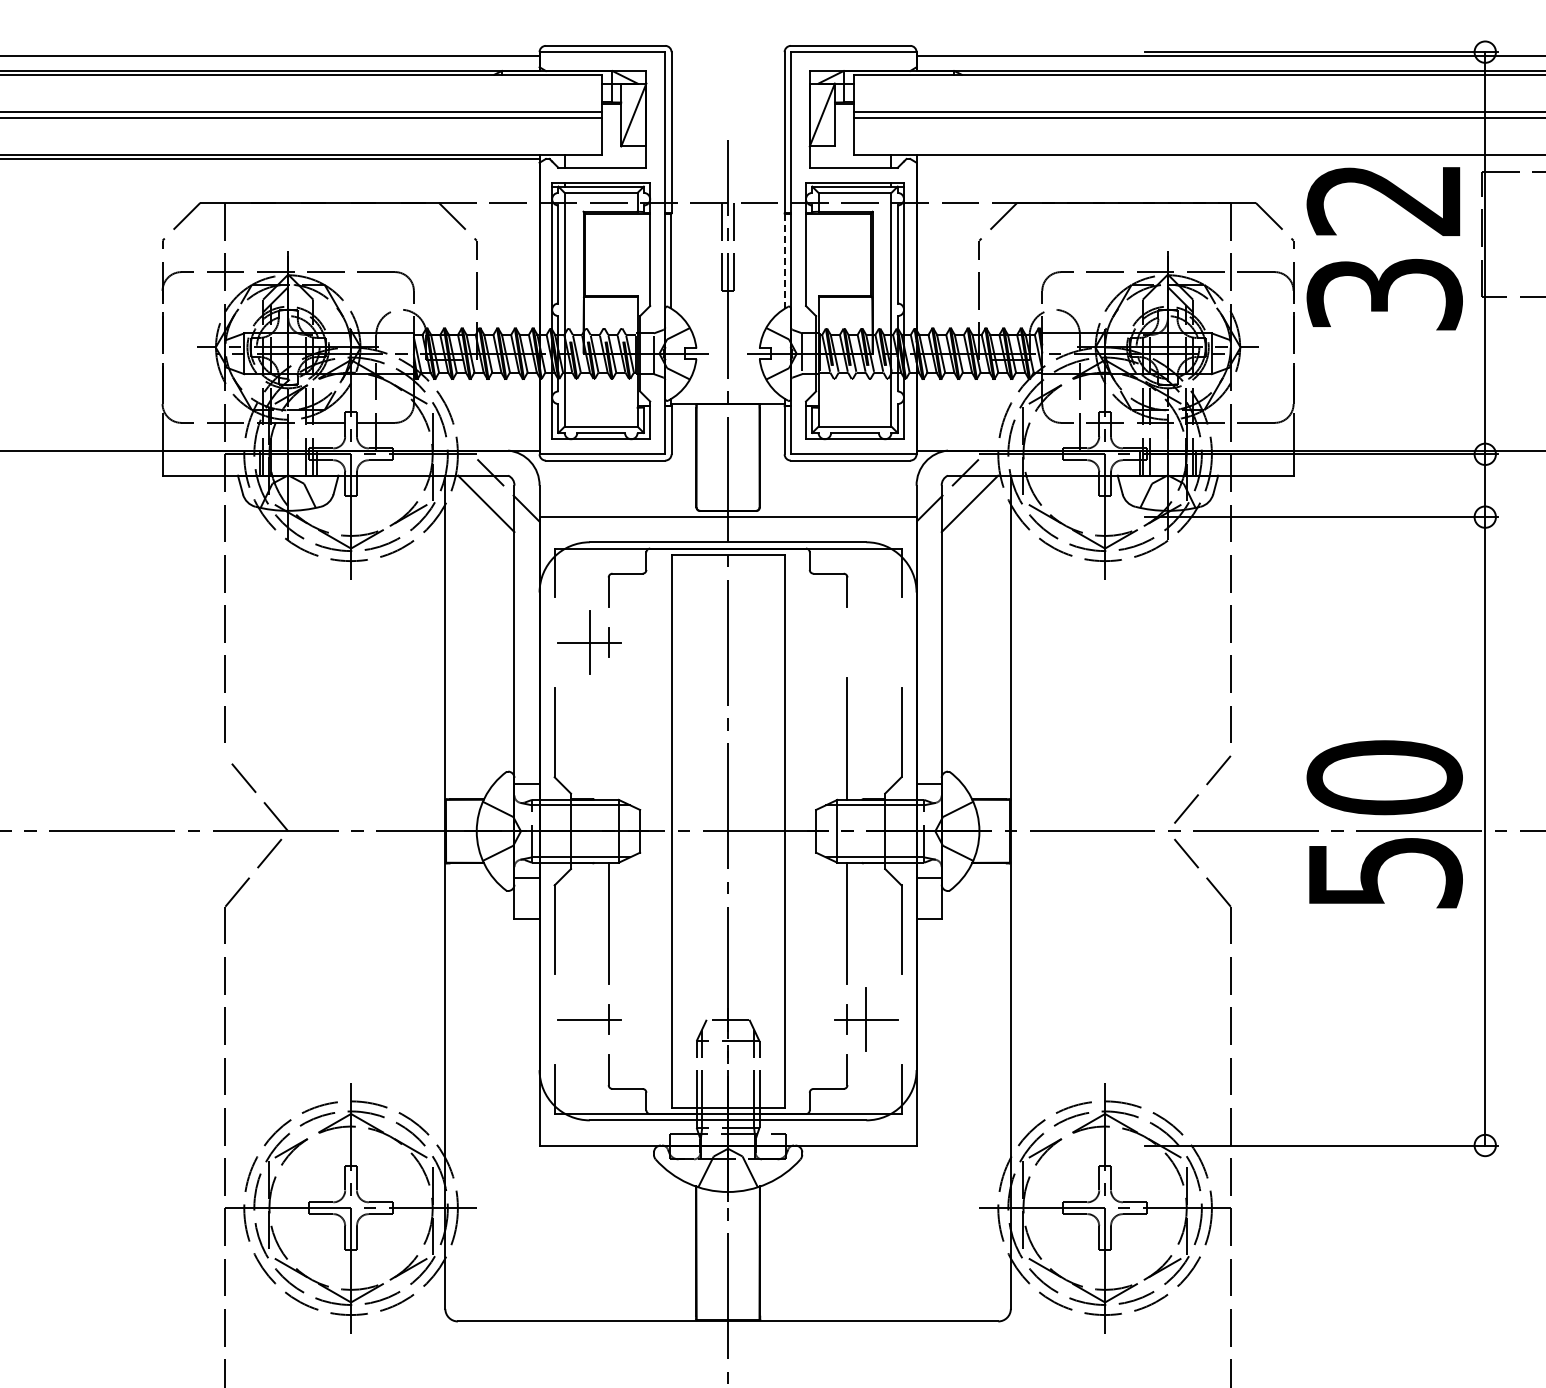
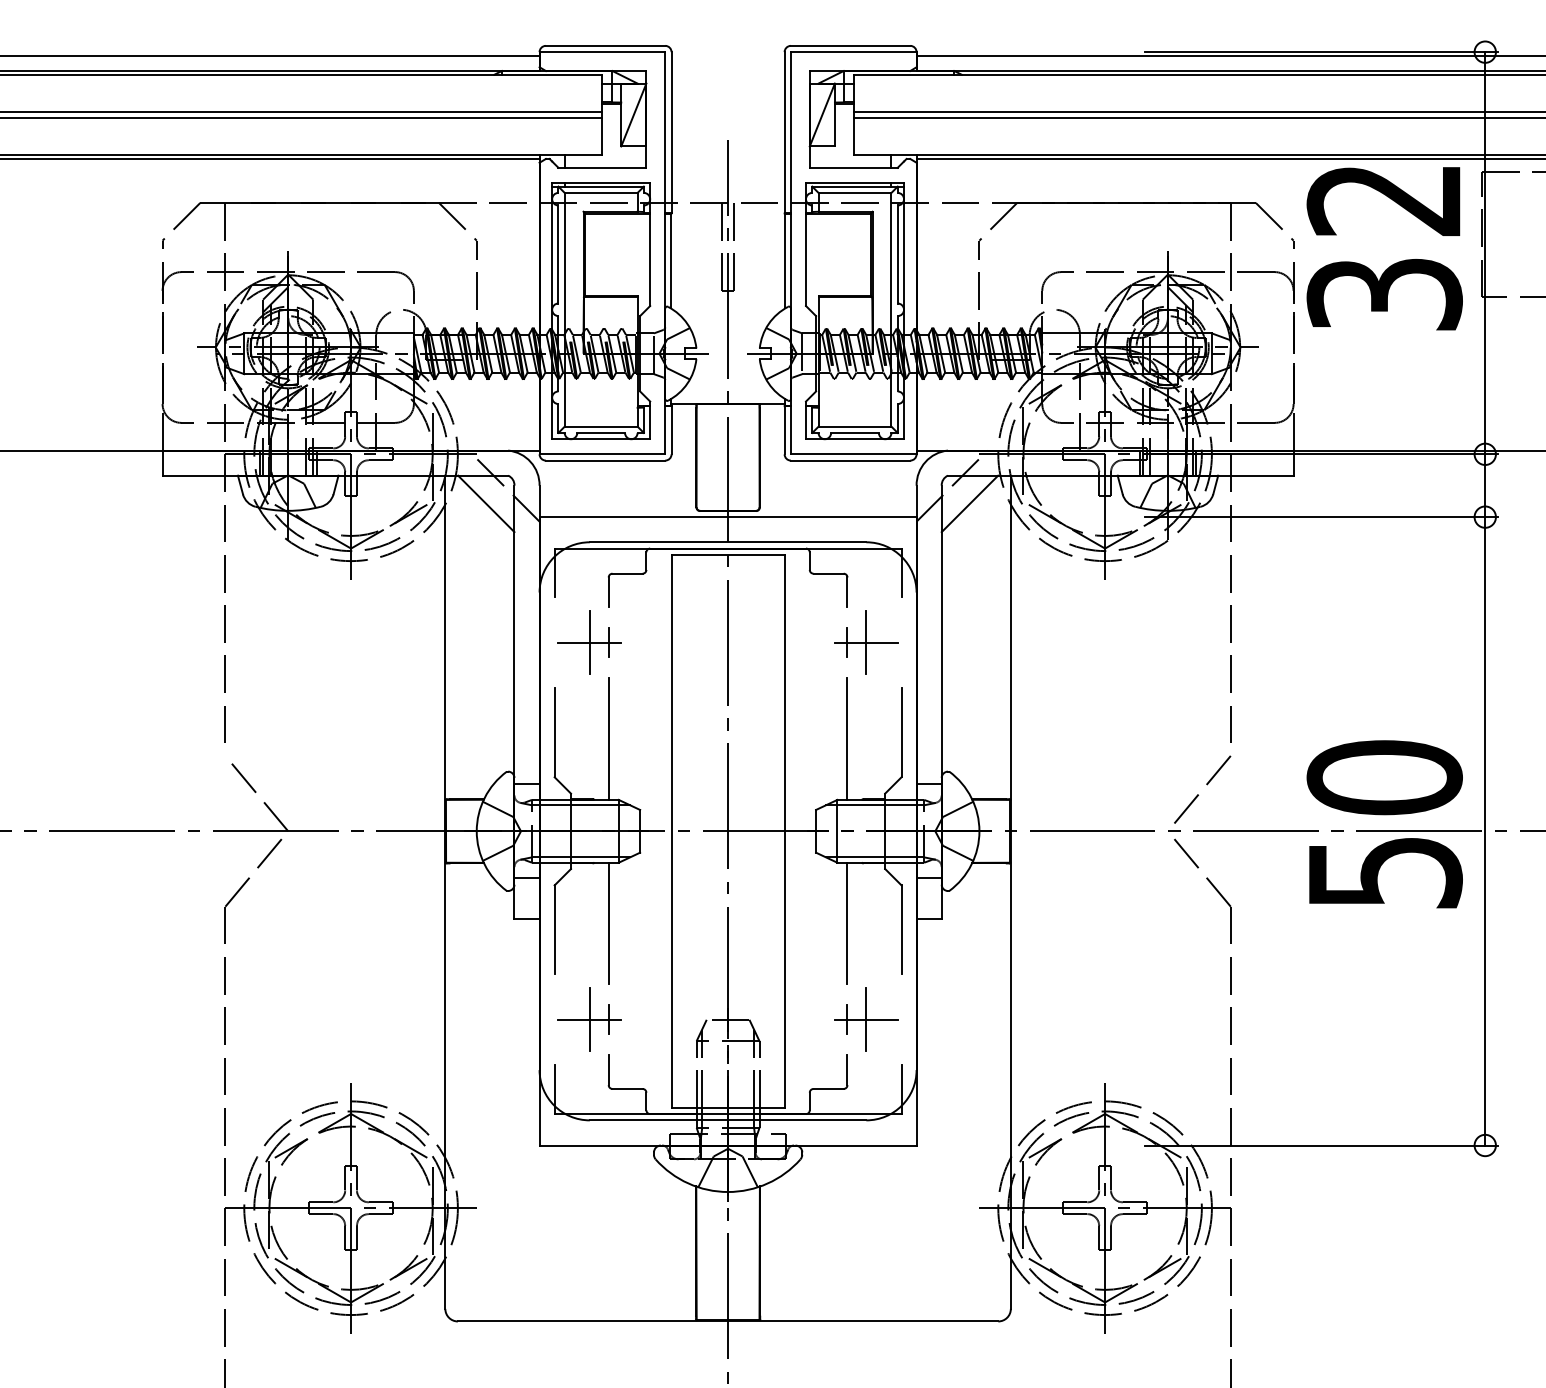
line at (1229, 158): none -> present
line at (785, 261): dashed -> solid
part at (866, 642): none -> present
line at (608, 738): none -> present
line at (589, 1019): none -> present
